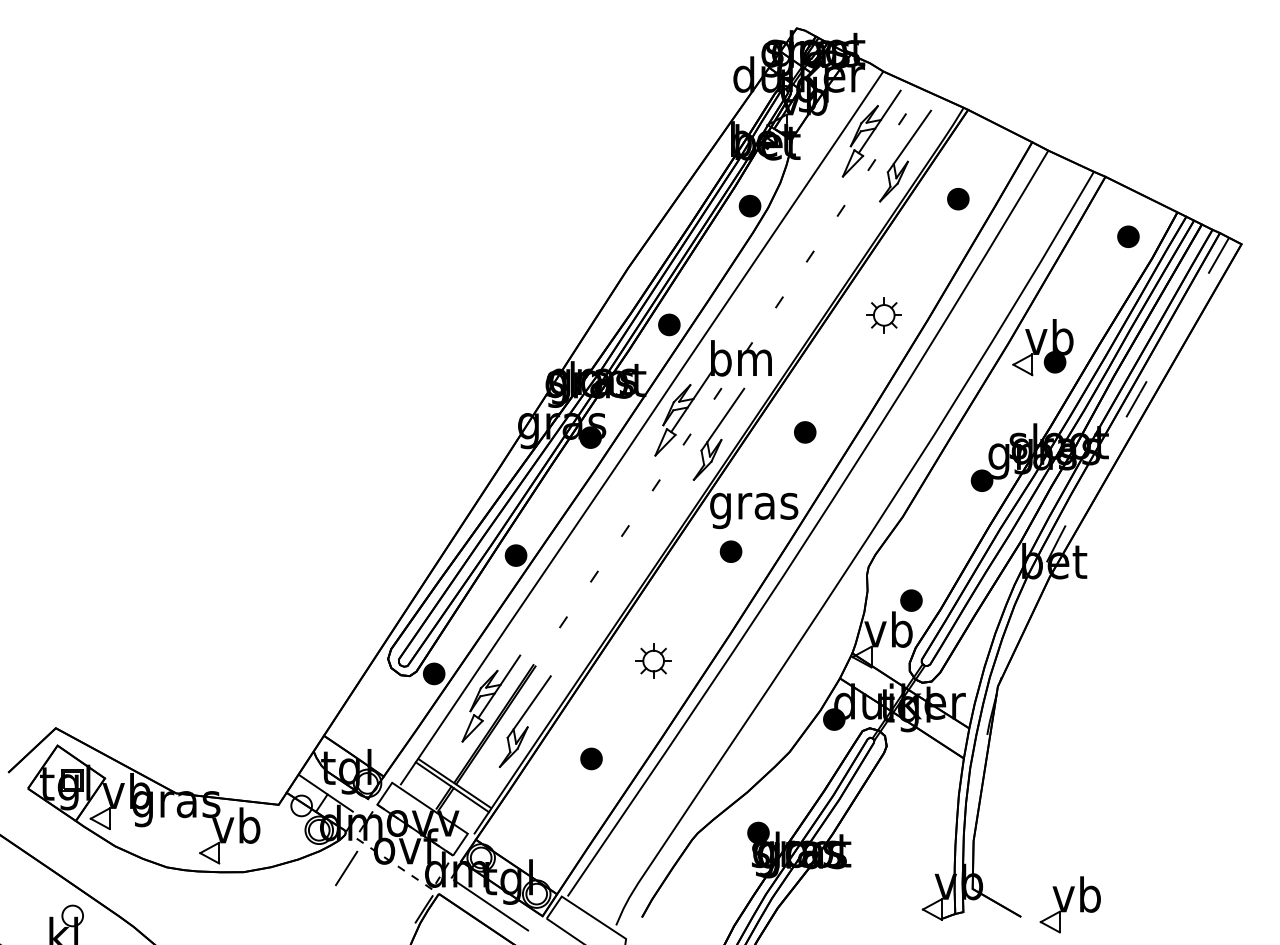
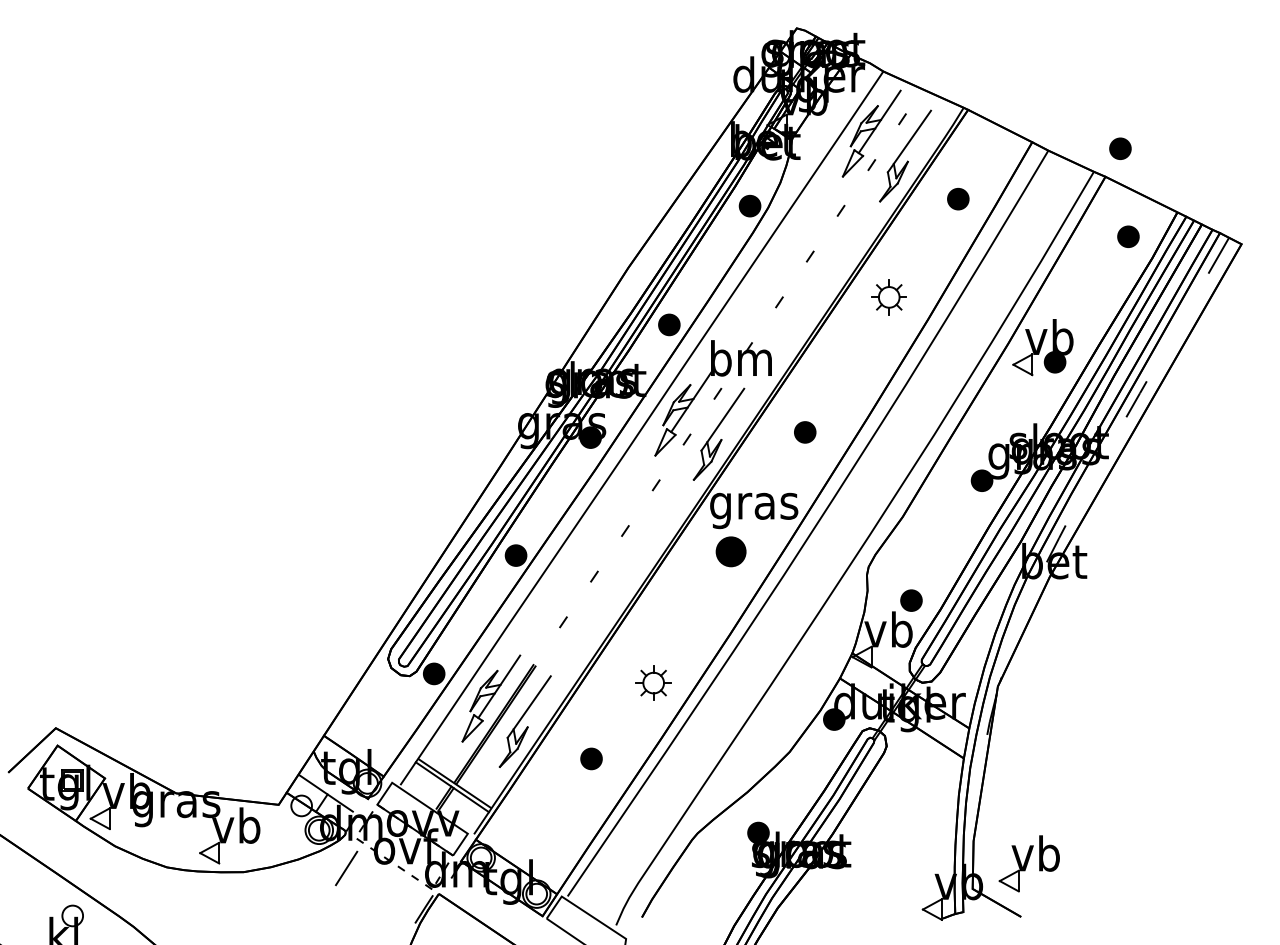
part at (1120, 148): none -> present
part at (883, 315) position: (883, 315) -> (888, 297)
part at (730, 551) size: 24x23 px -> 32x32 px
part at (653, 660) position: (653, 660) -> (653, 682)
part at (1069, 904) position: (1069, 904) -> (1028, 863)
line at (491, 905): present -> none
